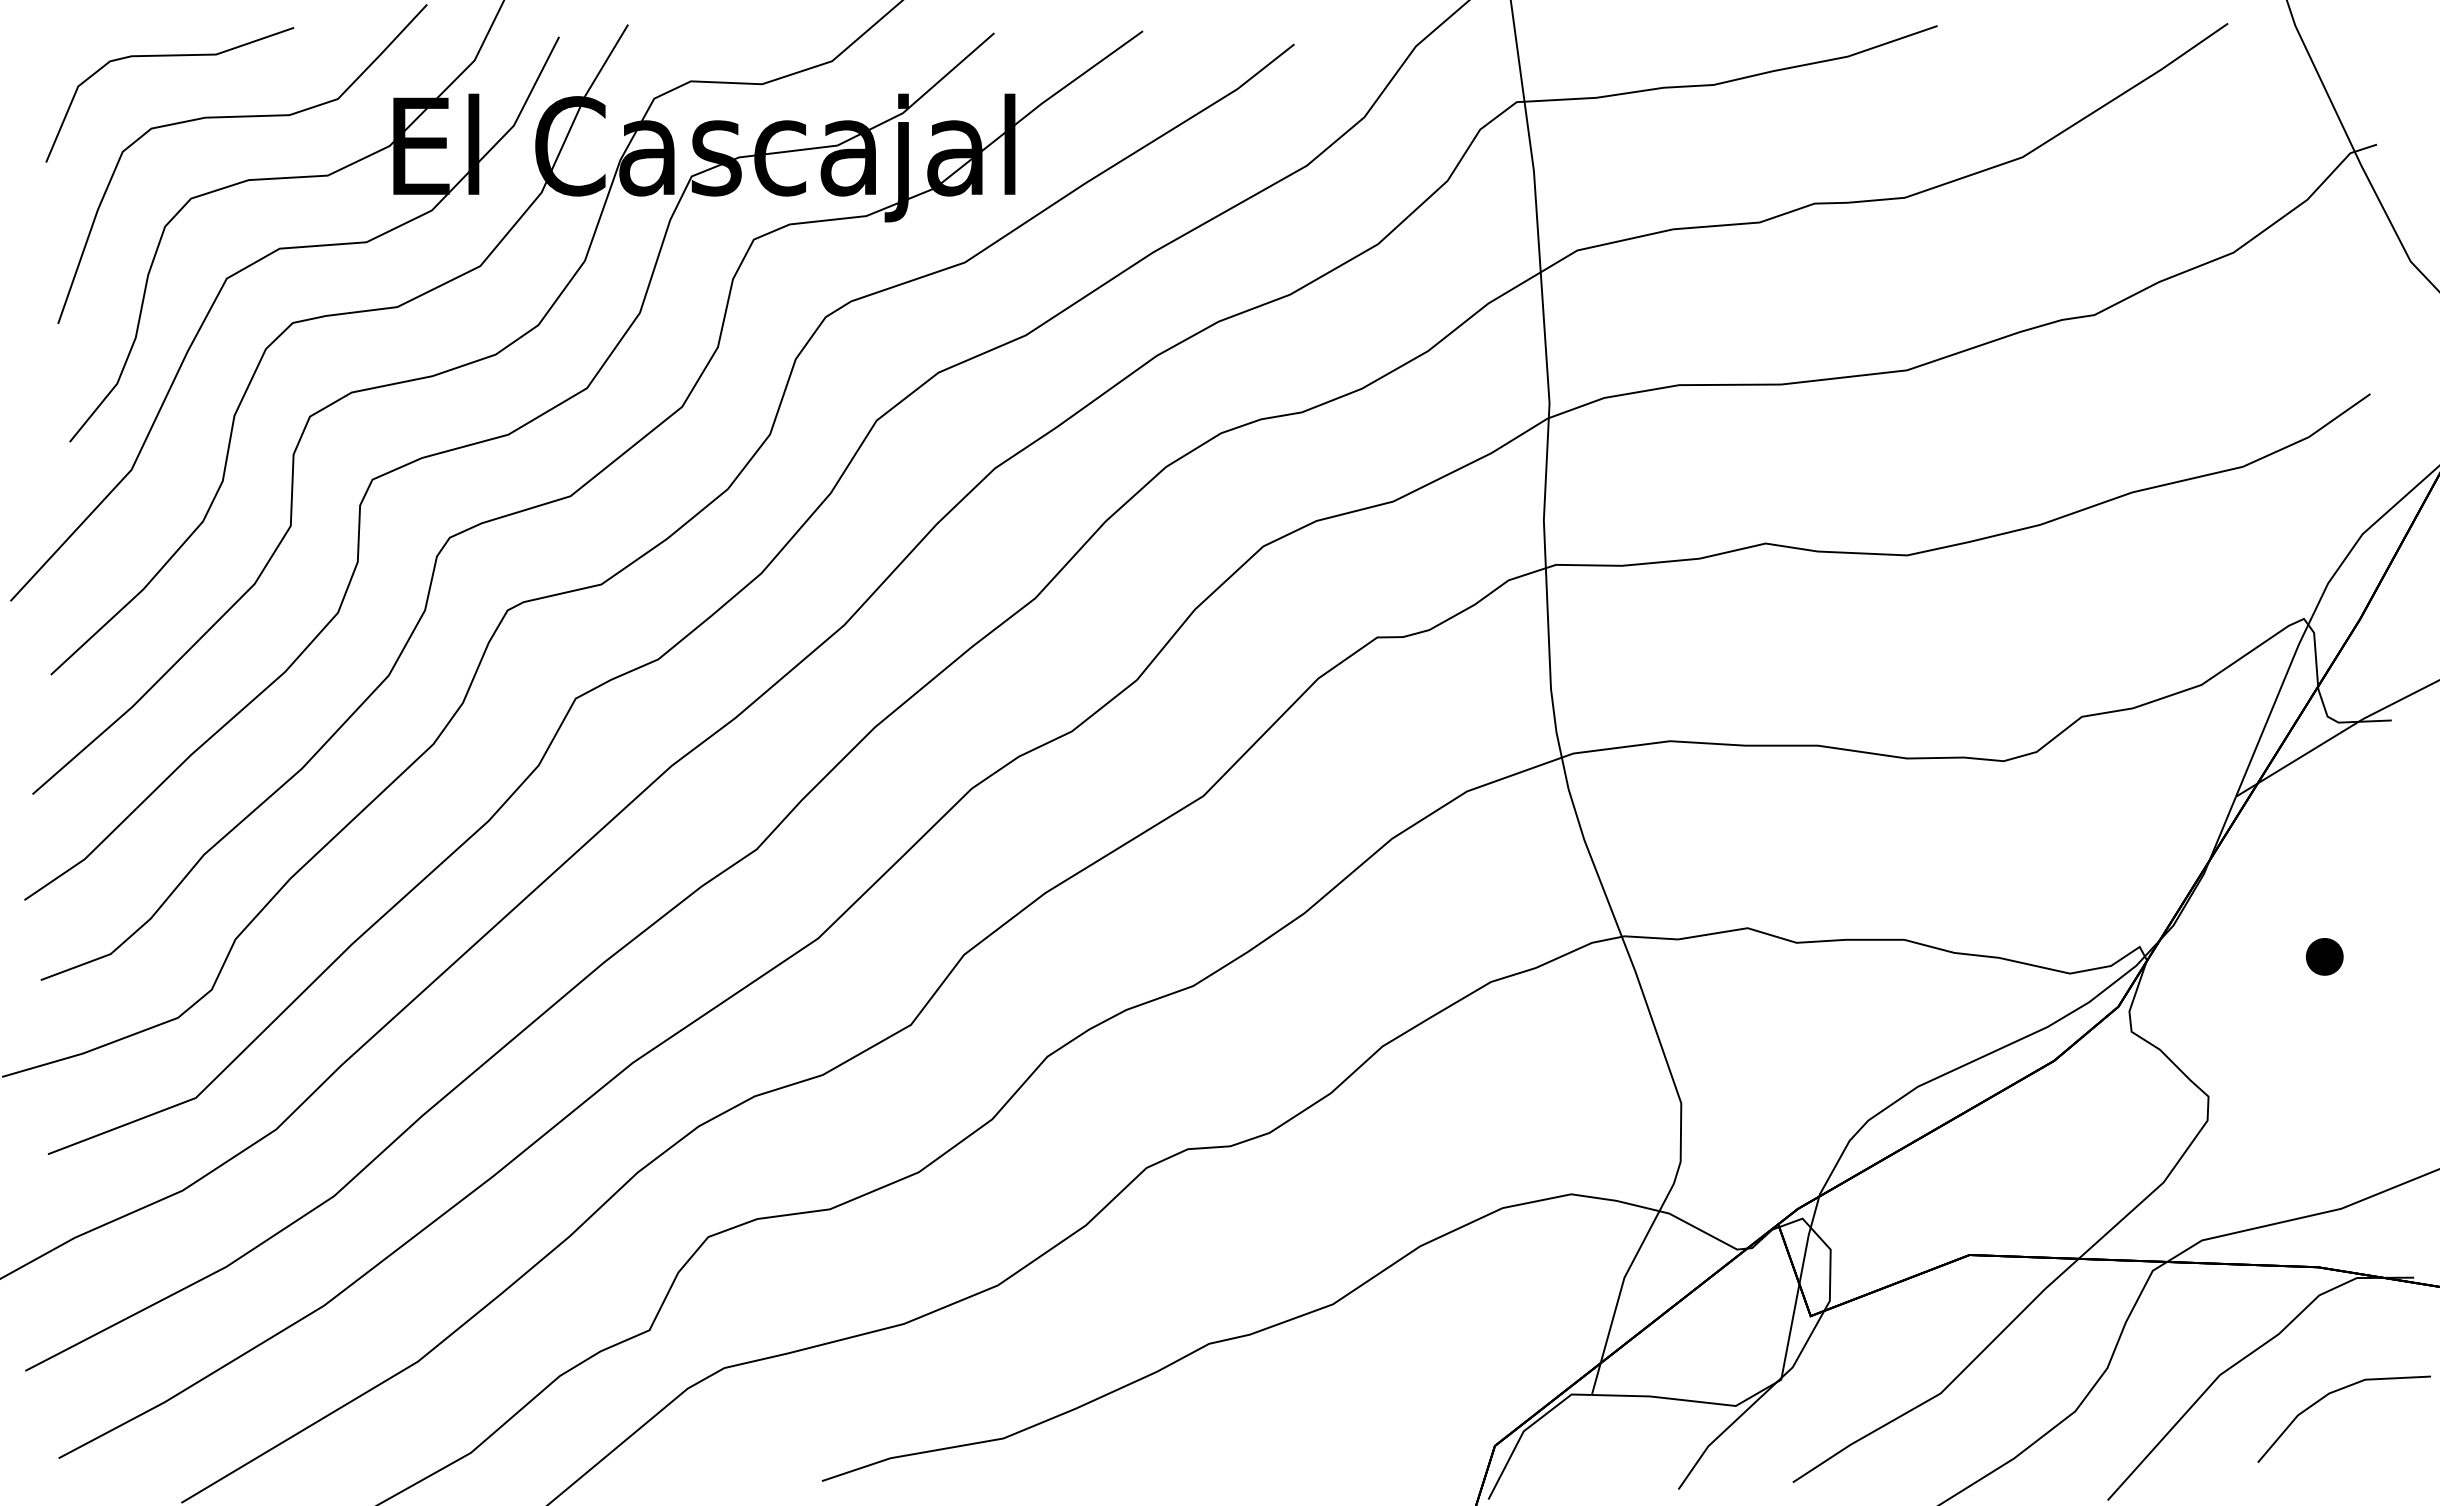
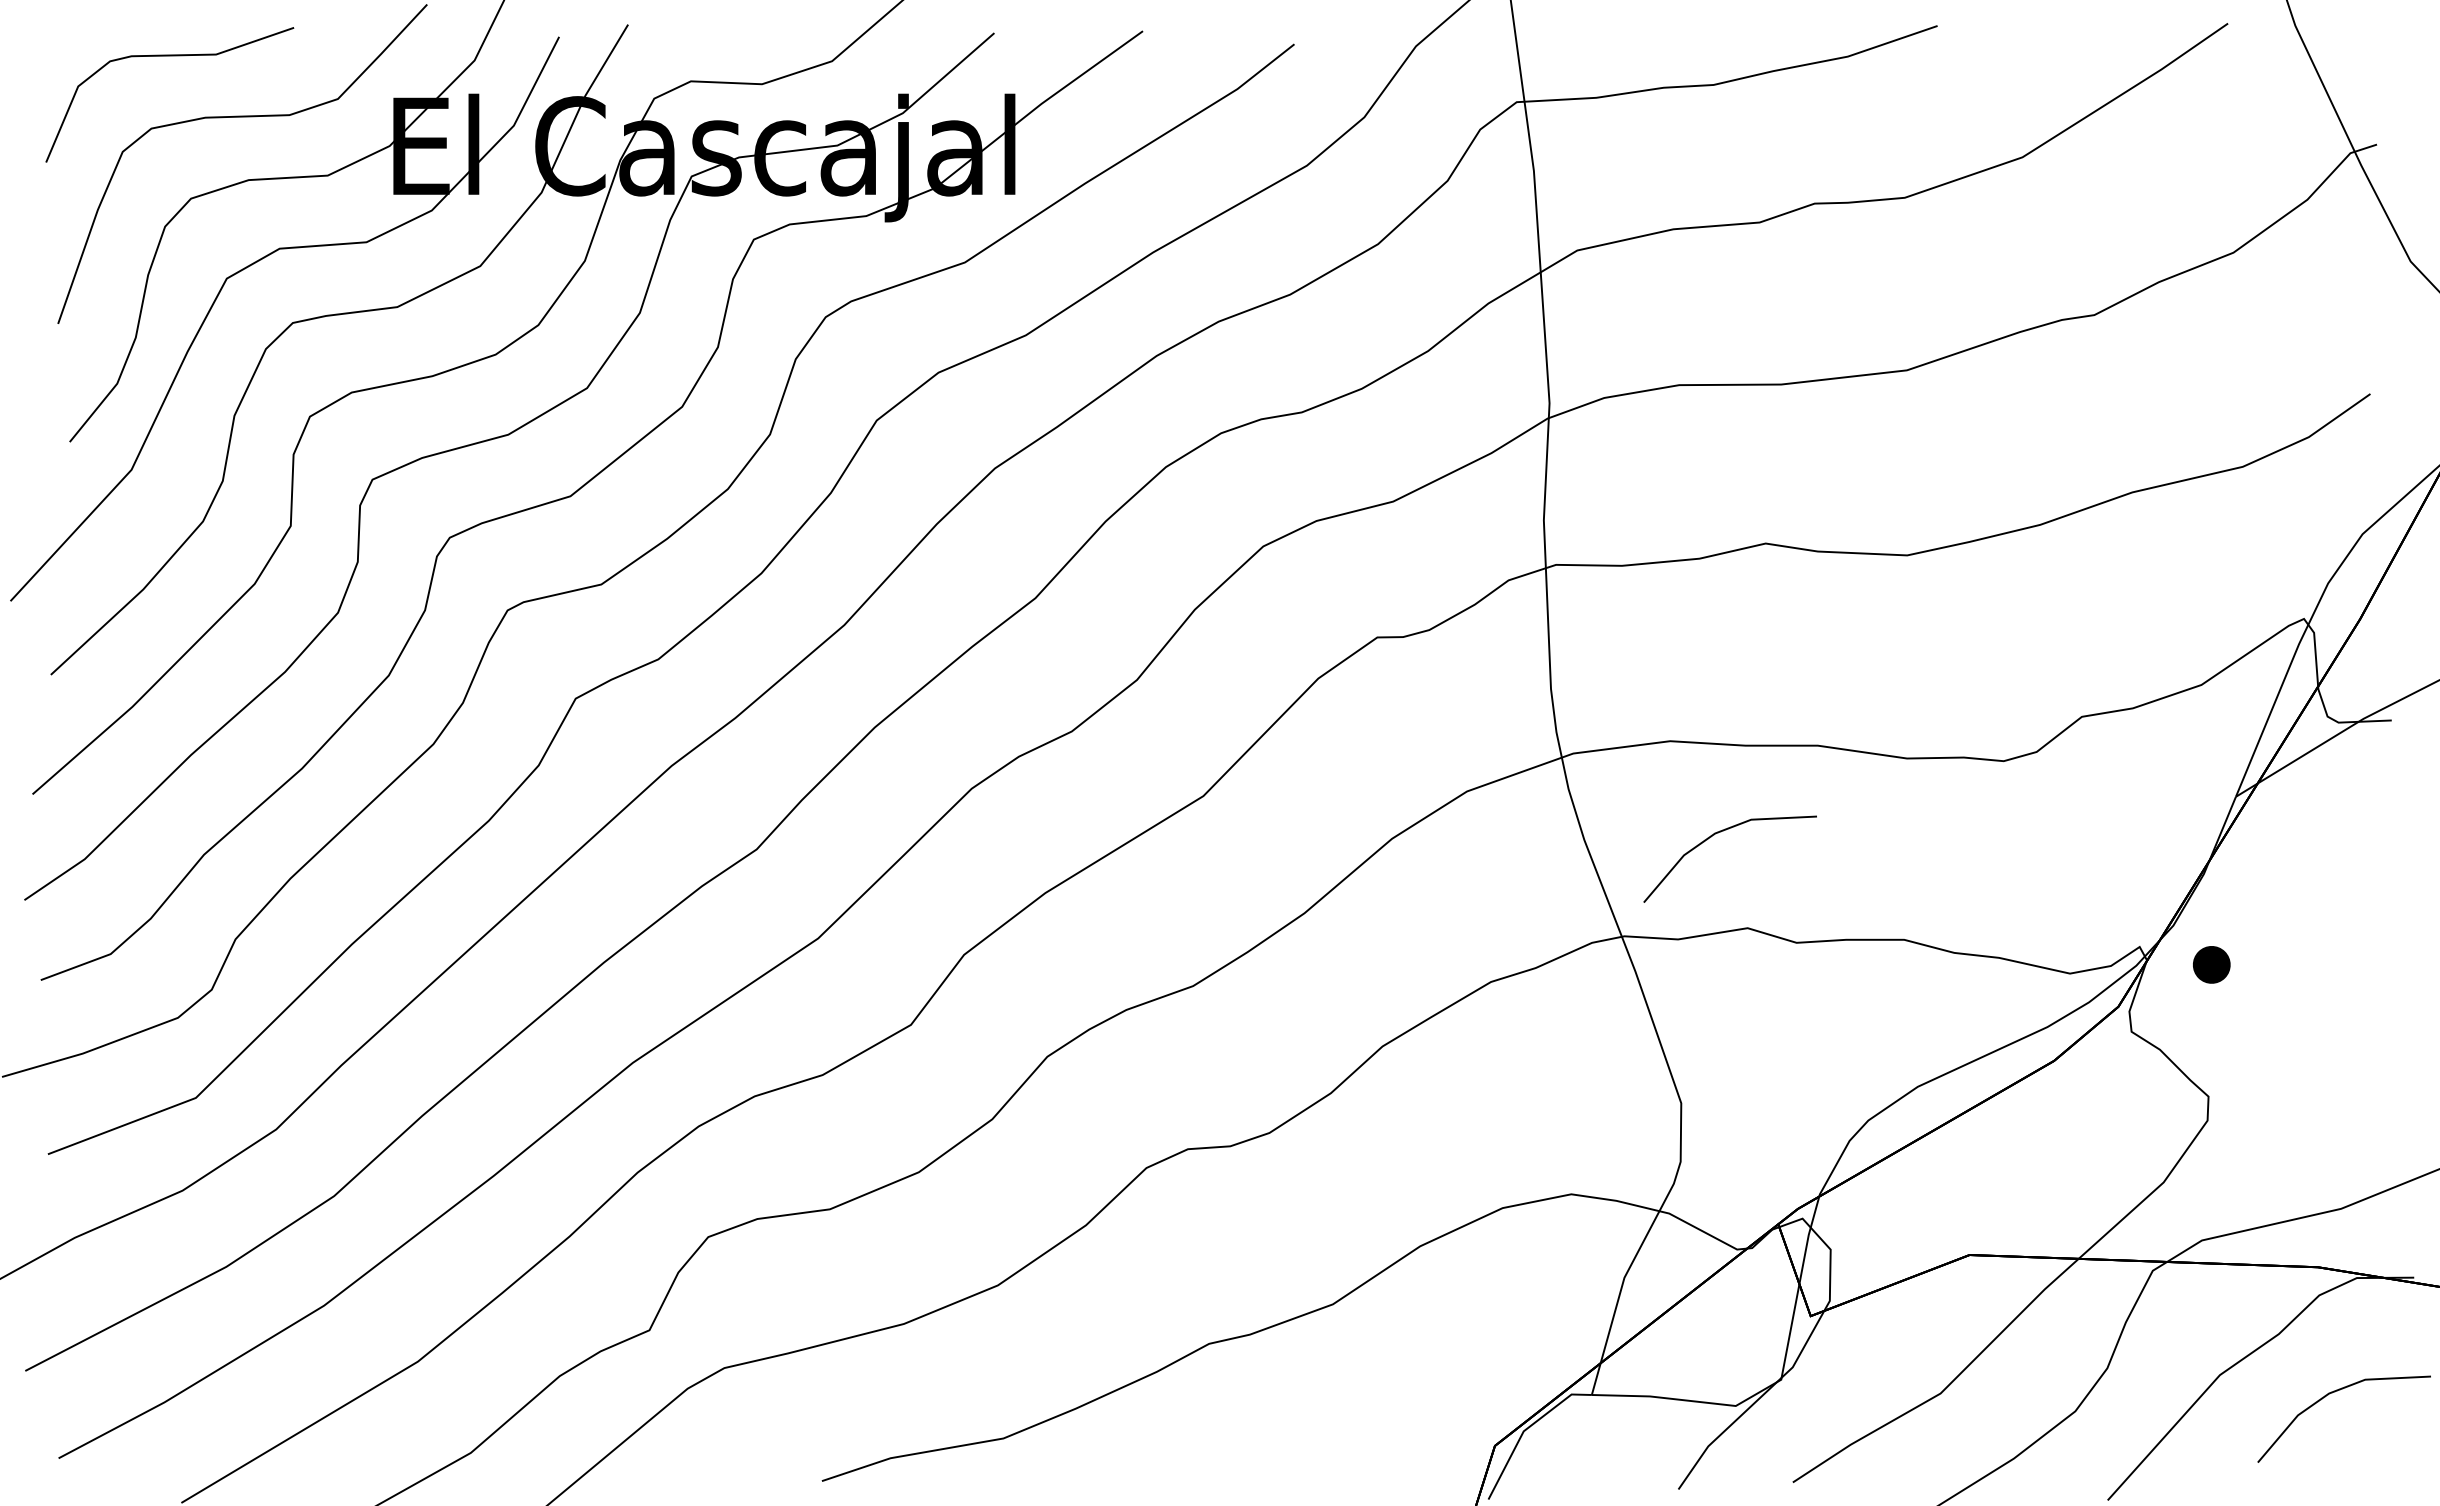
line at (1721, 832): none -> present
part at (2324, 956) position: (2324, 956) -> (2211, 964)
